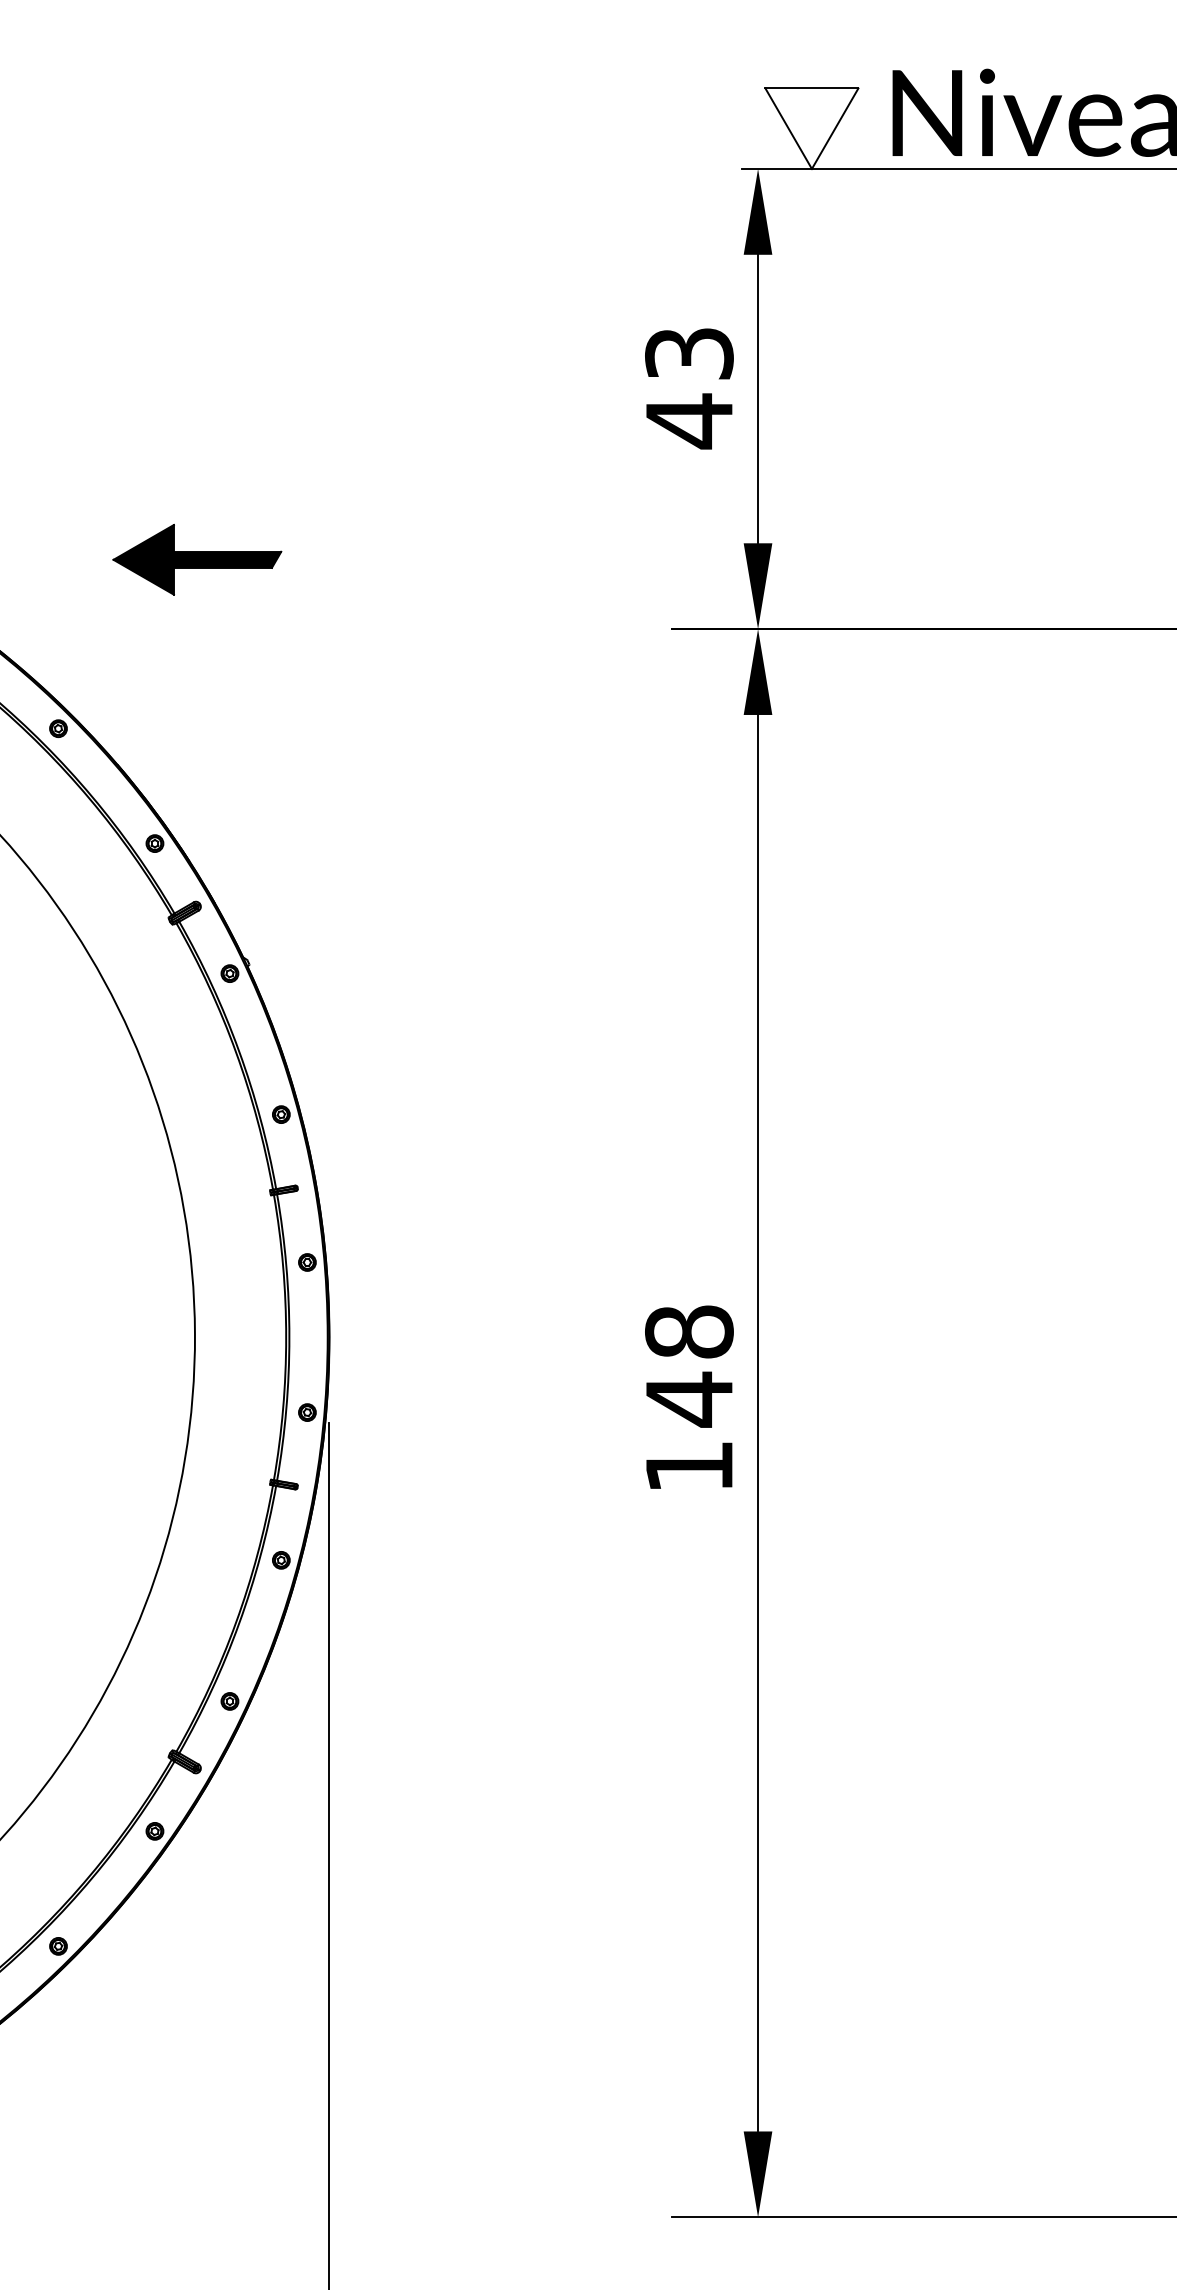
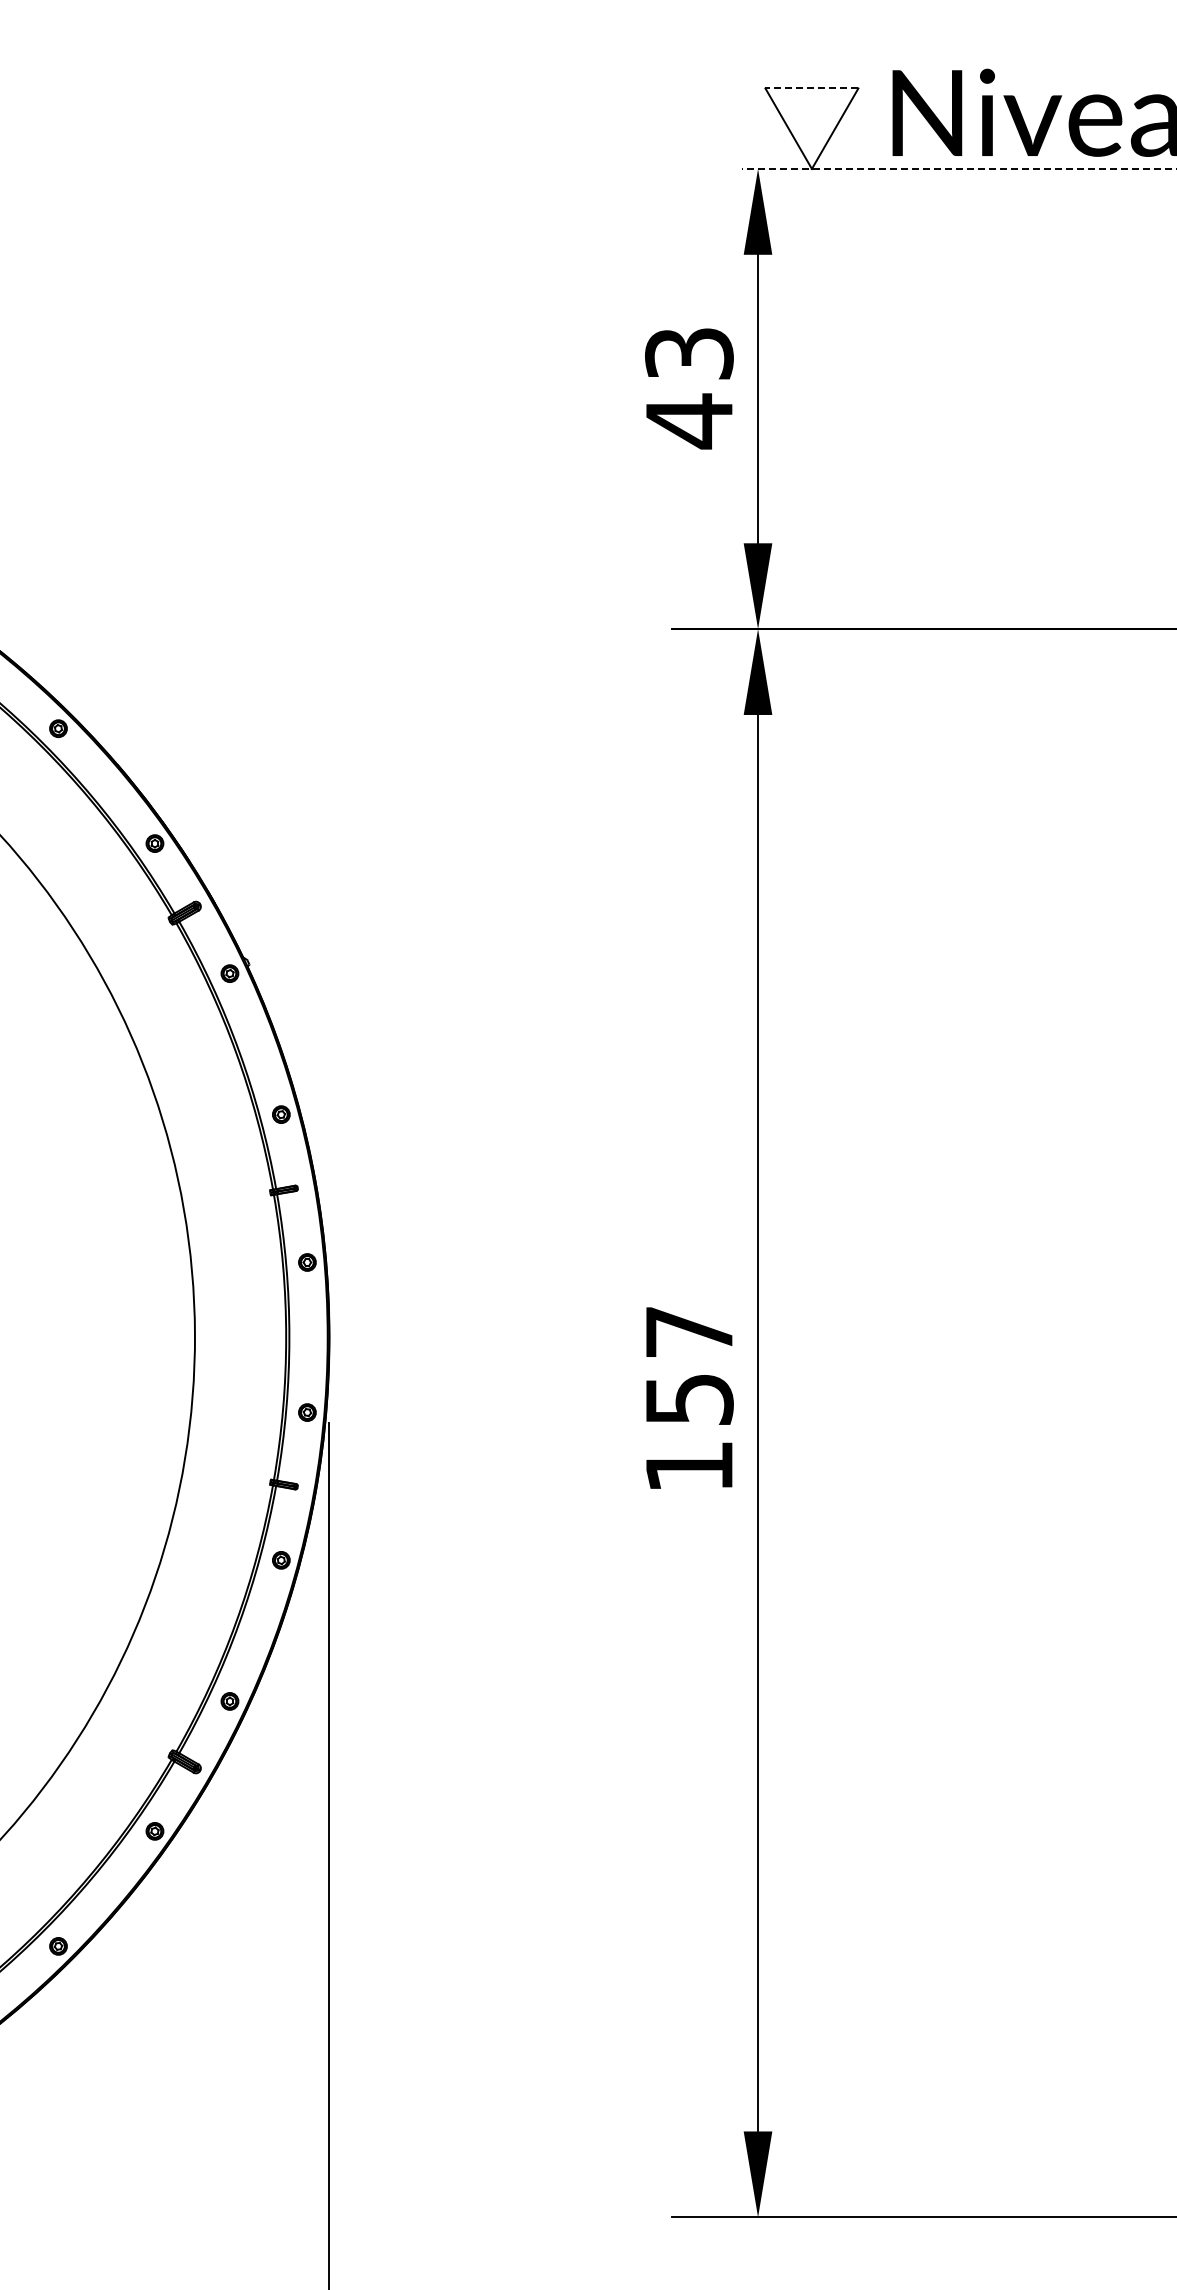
line at (811, 88): solid -> dashed
line at (959, 168): solid -> dashed
part at (197, 559): present -> none
text at (689, 1366): 148 -> 157
